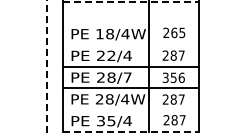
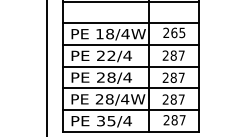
line at (130, 1): dashed -> solid
line at (130, 23): none -> present
line at (130, 44): none -> present
line at (47, 68): dashed -> solid
text at (127, 77): 28/7 -> 28/4
text at (173, 77): 356 -> 287
line at (130, 110): none -> present
line at (130, 131): dashed -> solid
